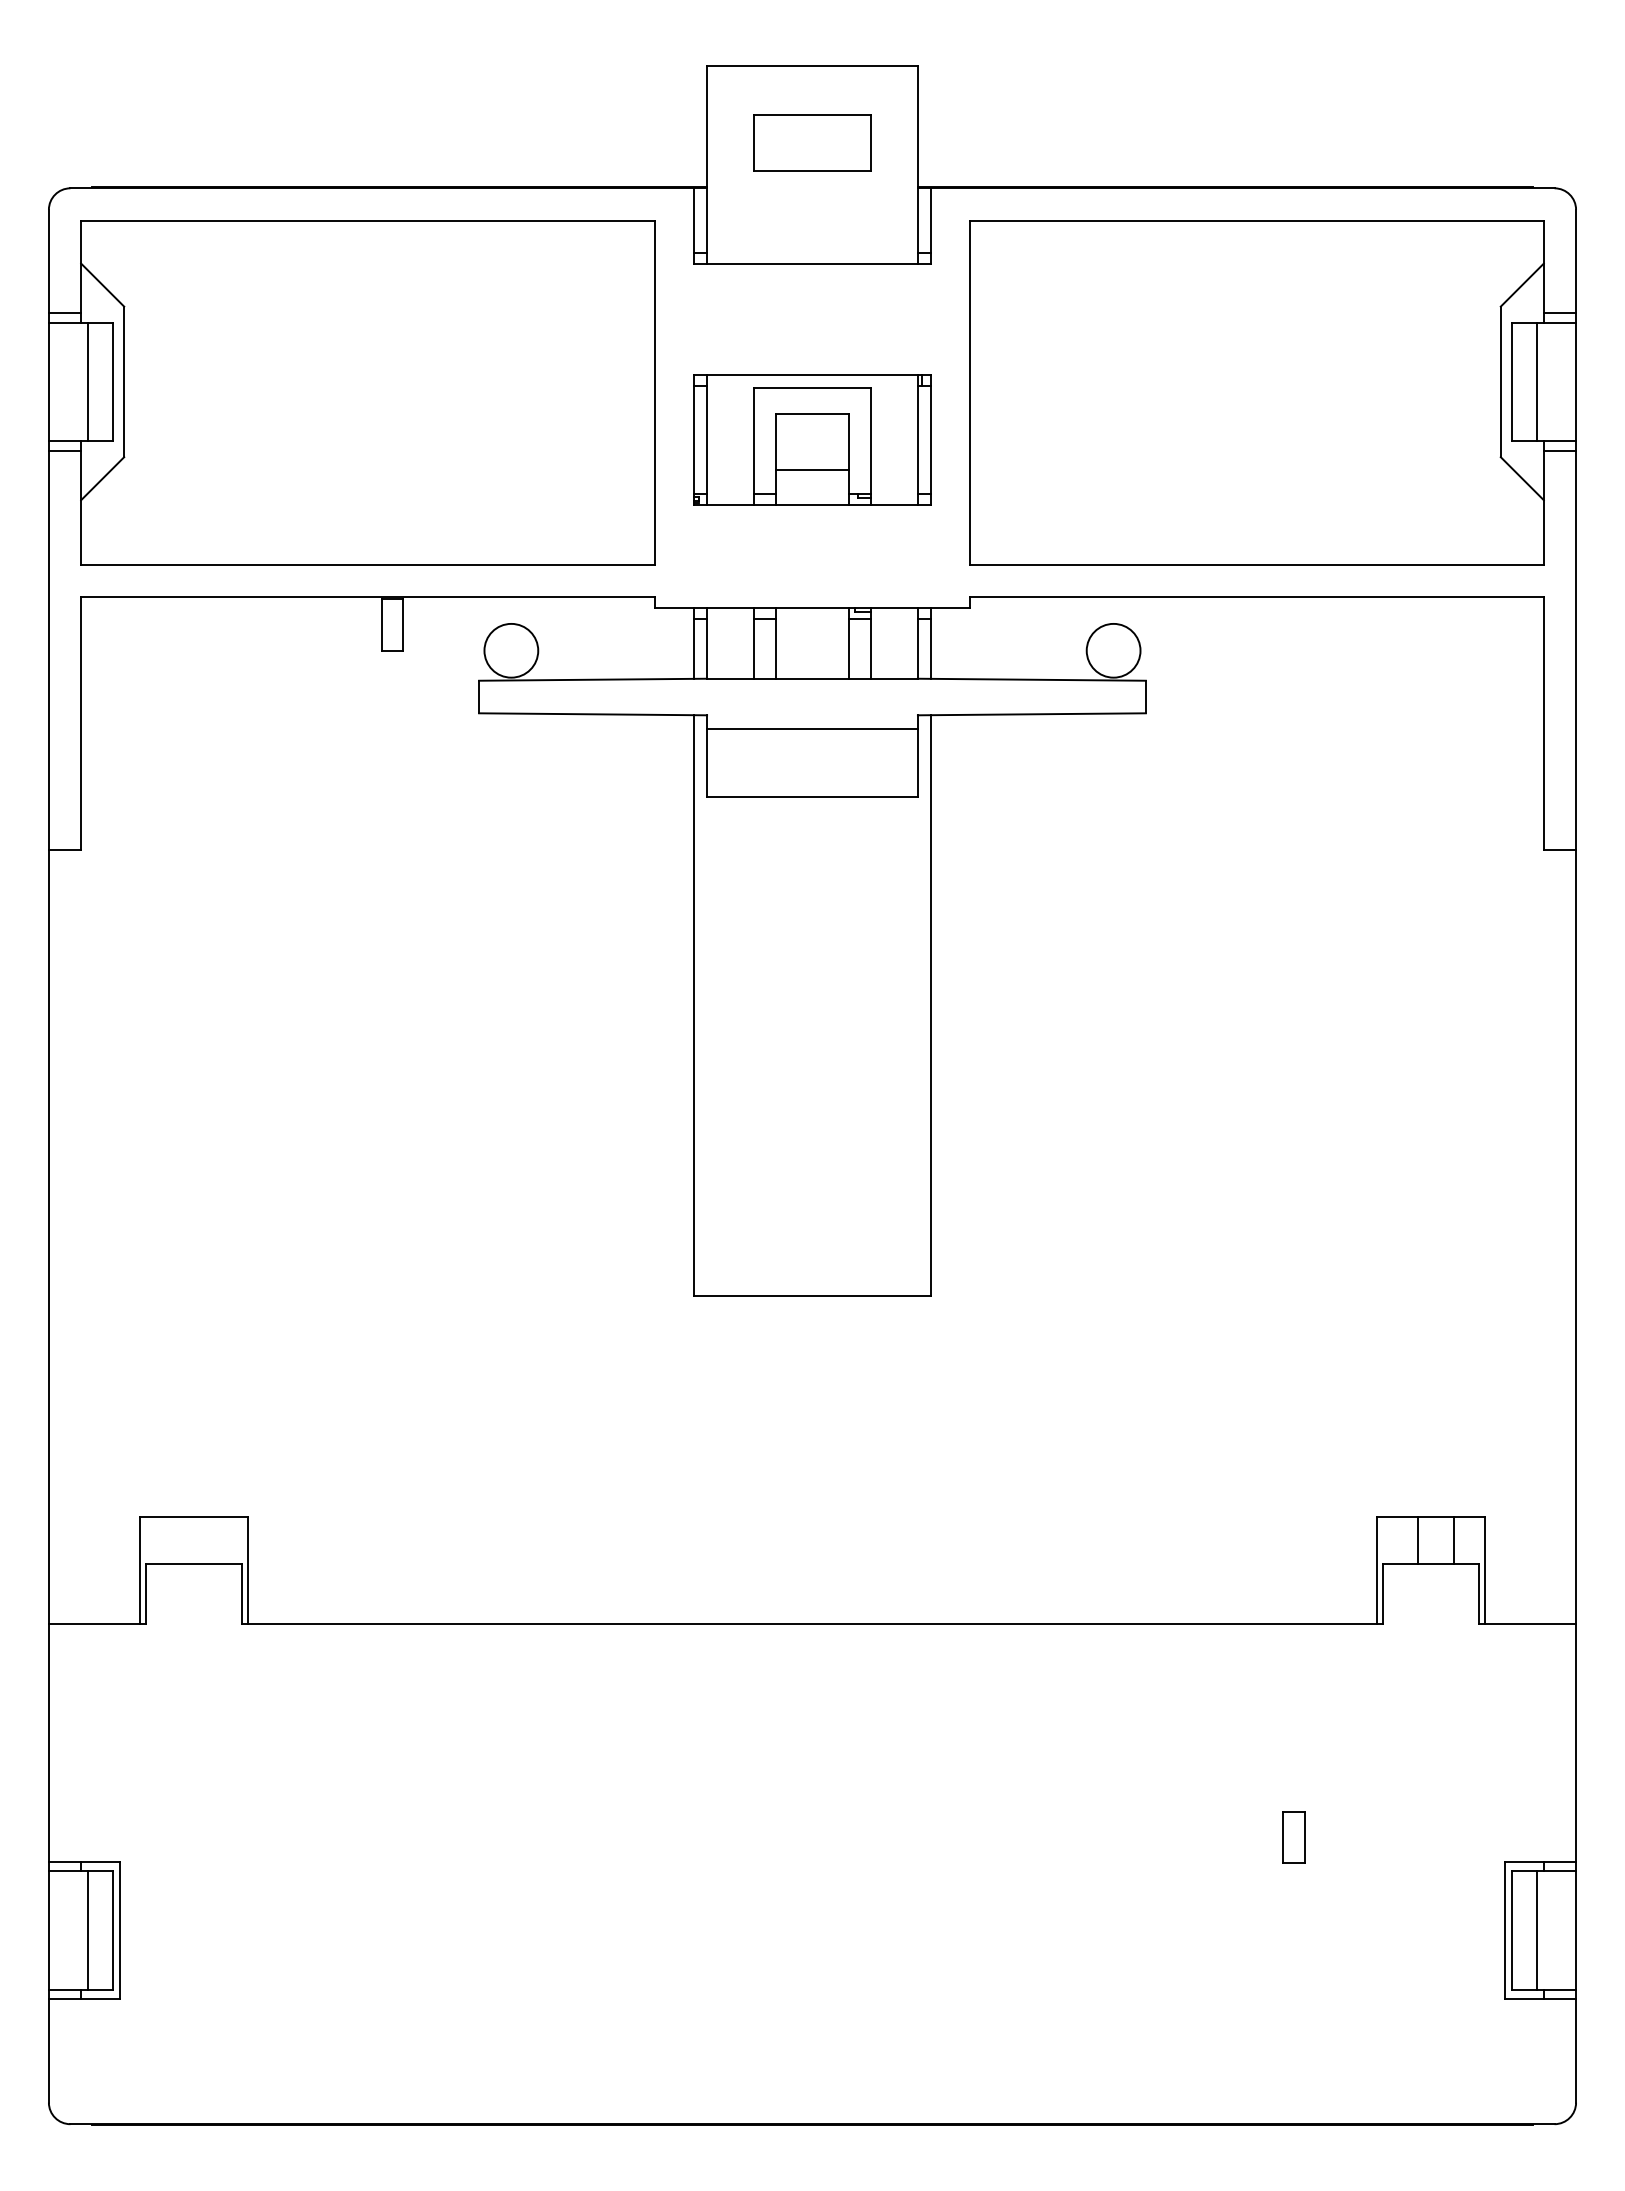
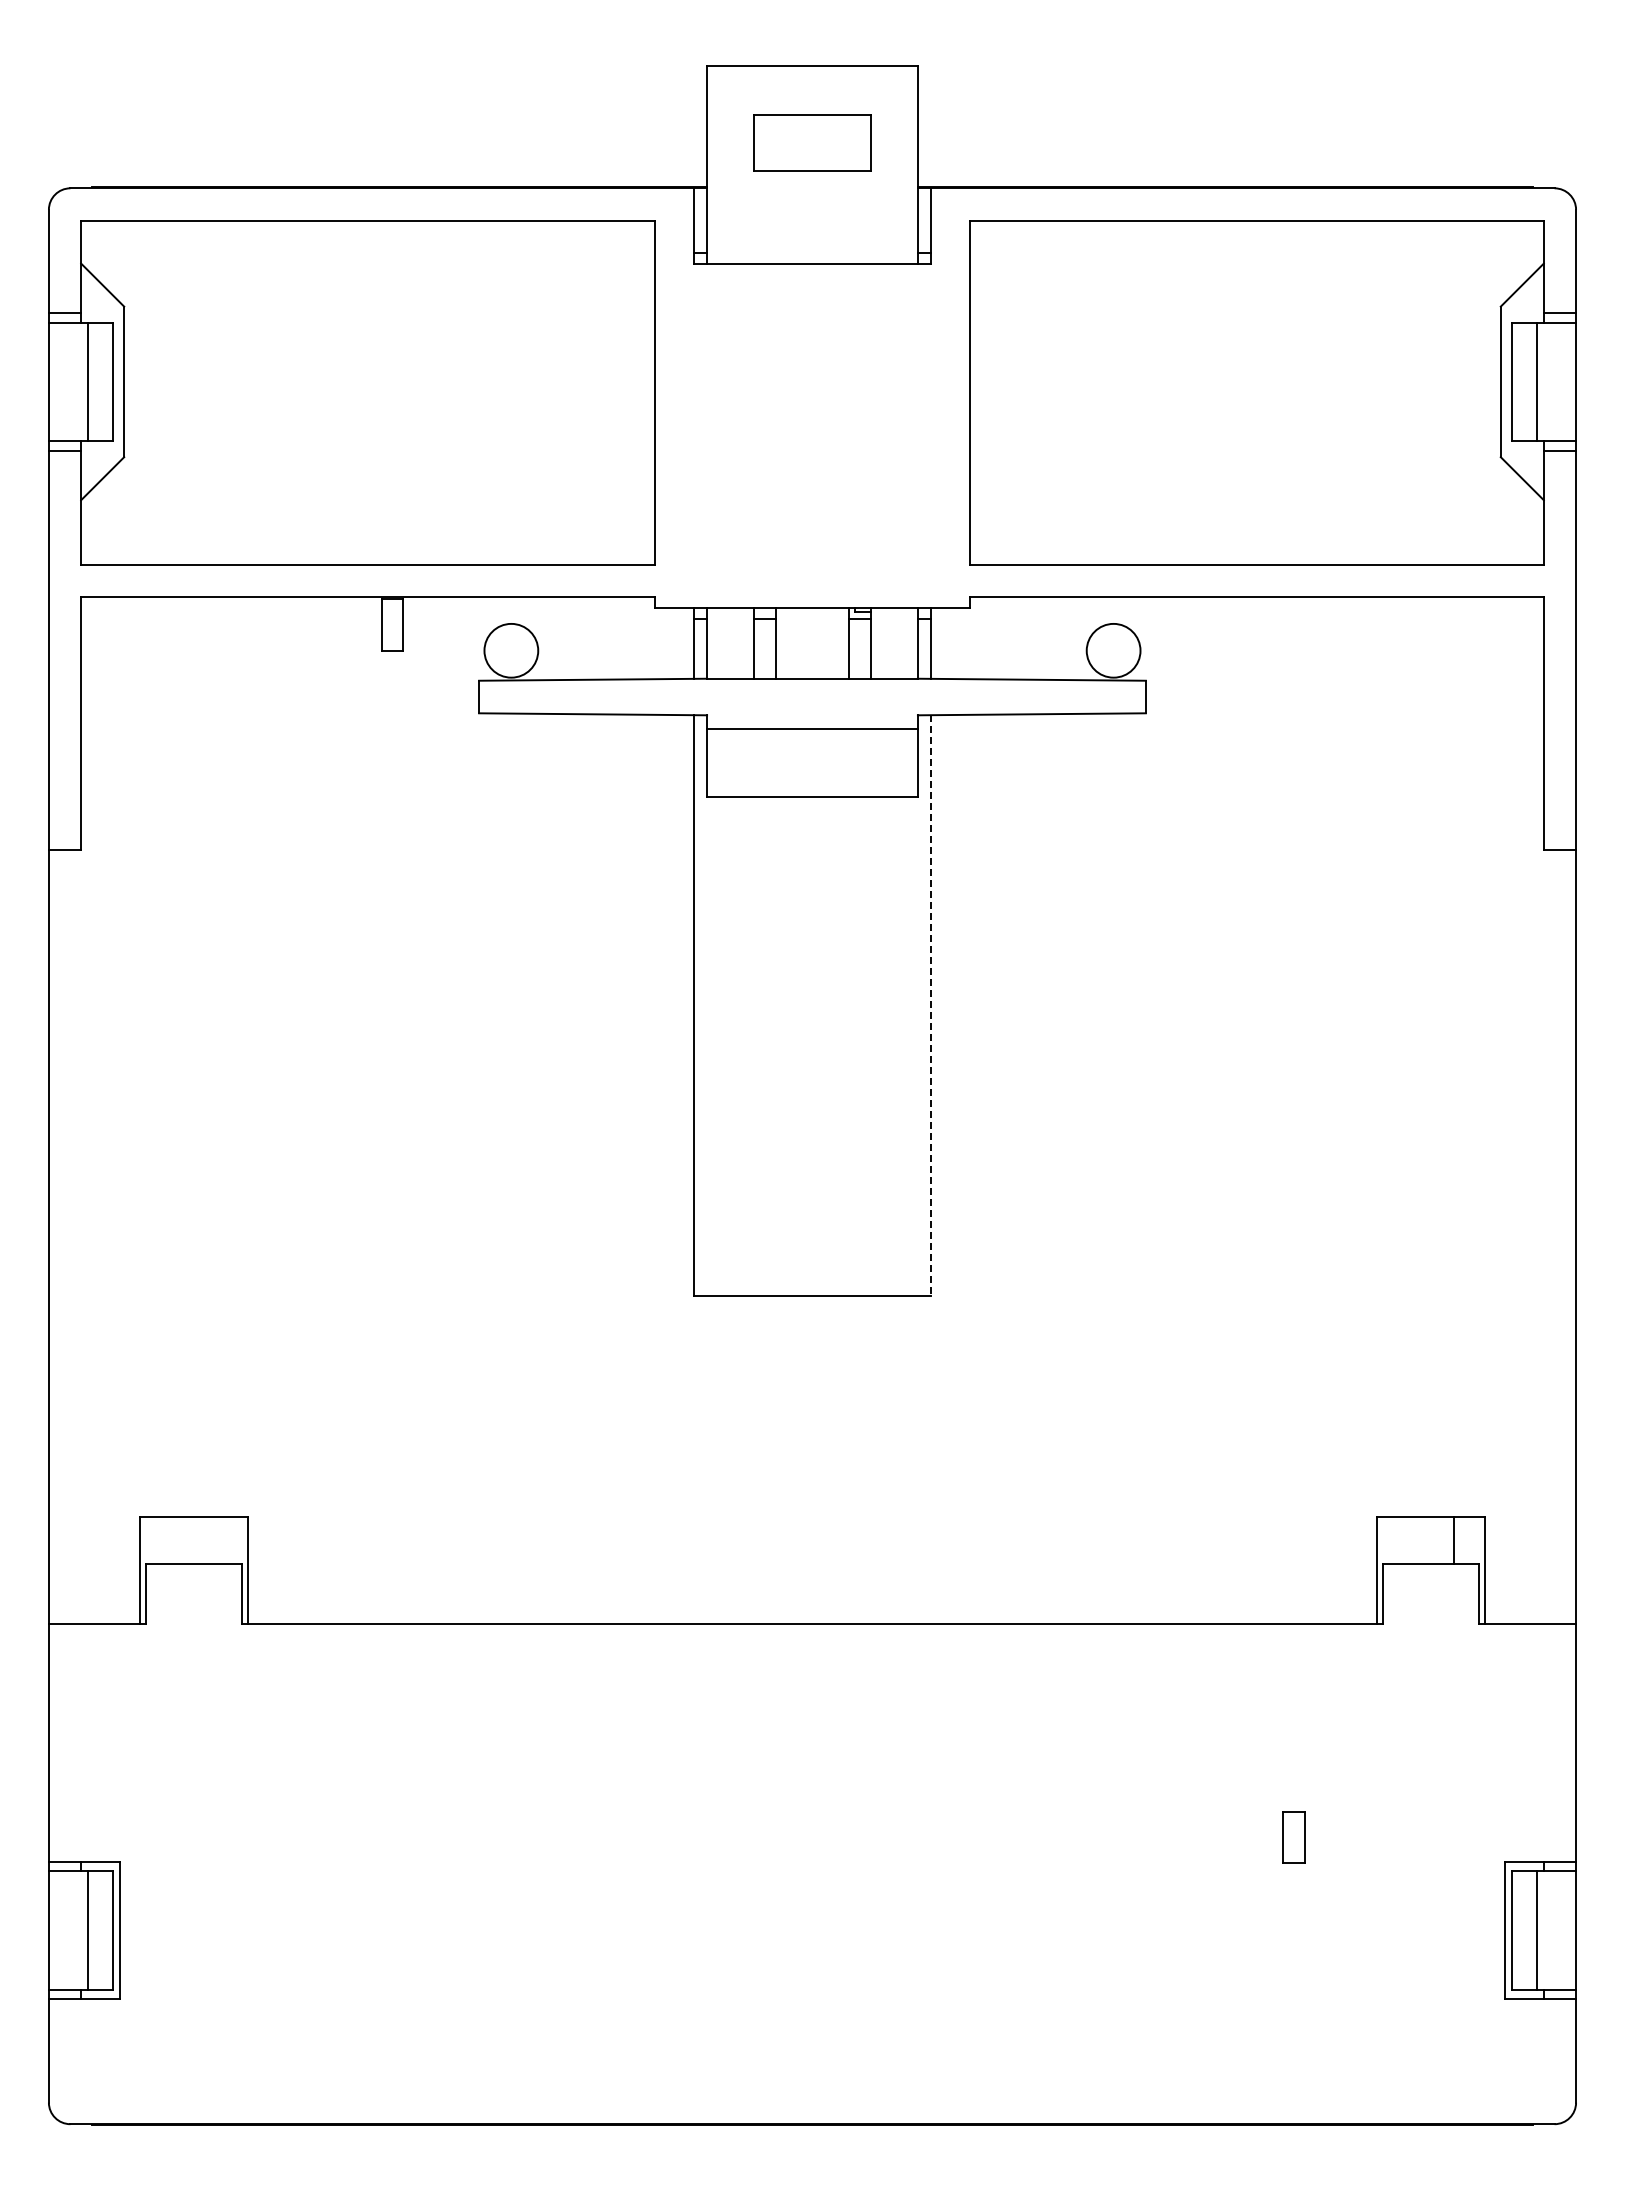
part at (812, 439): present -> none
line at (930, 1006): solid -> dashed
line at (1417, 1539): present -> none
